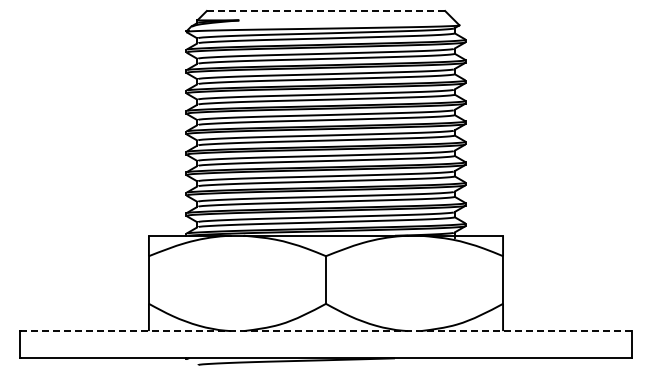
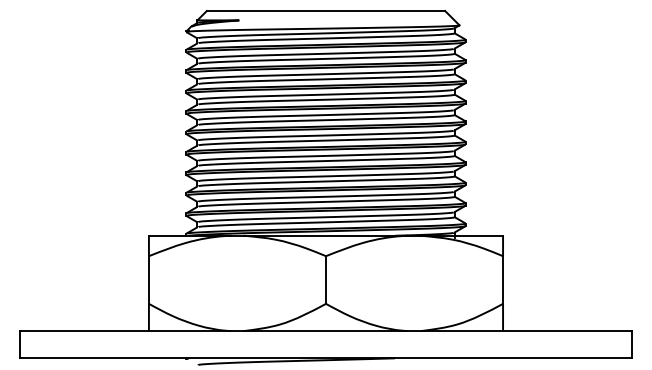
line at (326, 11): dashed -> solid
line at (326, 331): dashed -> solid
